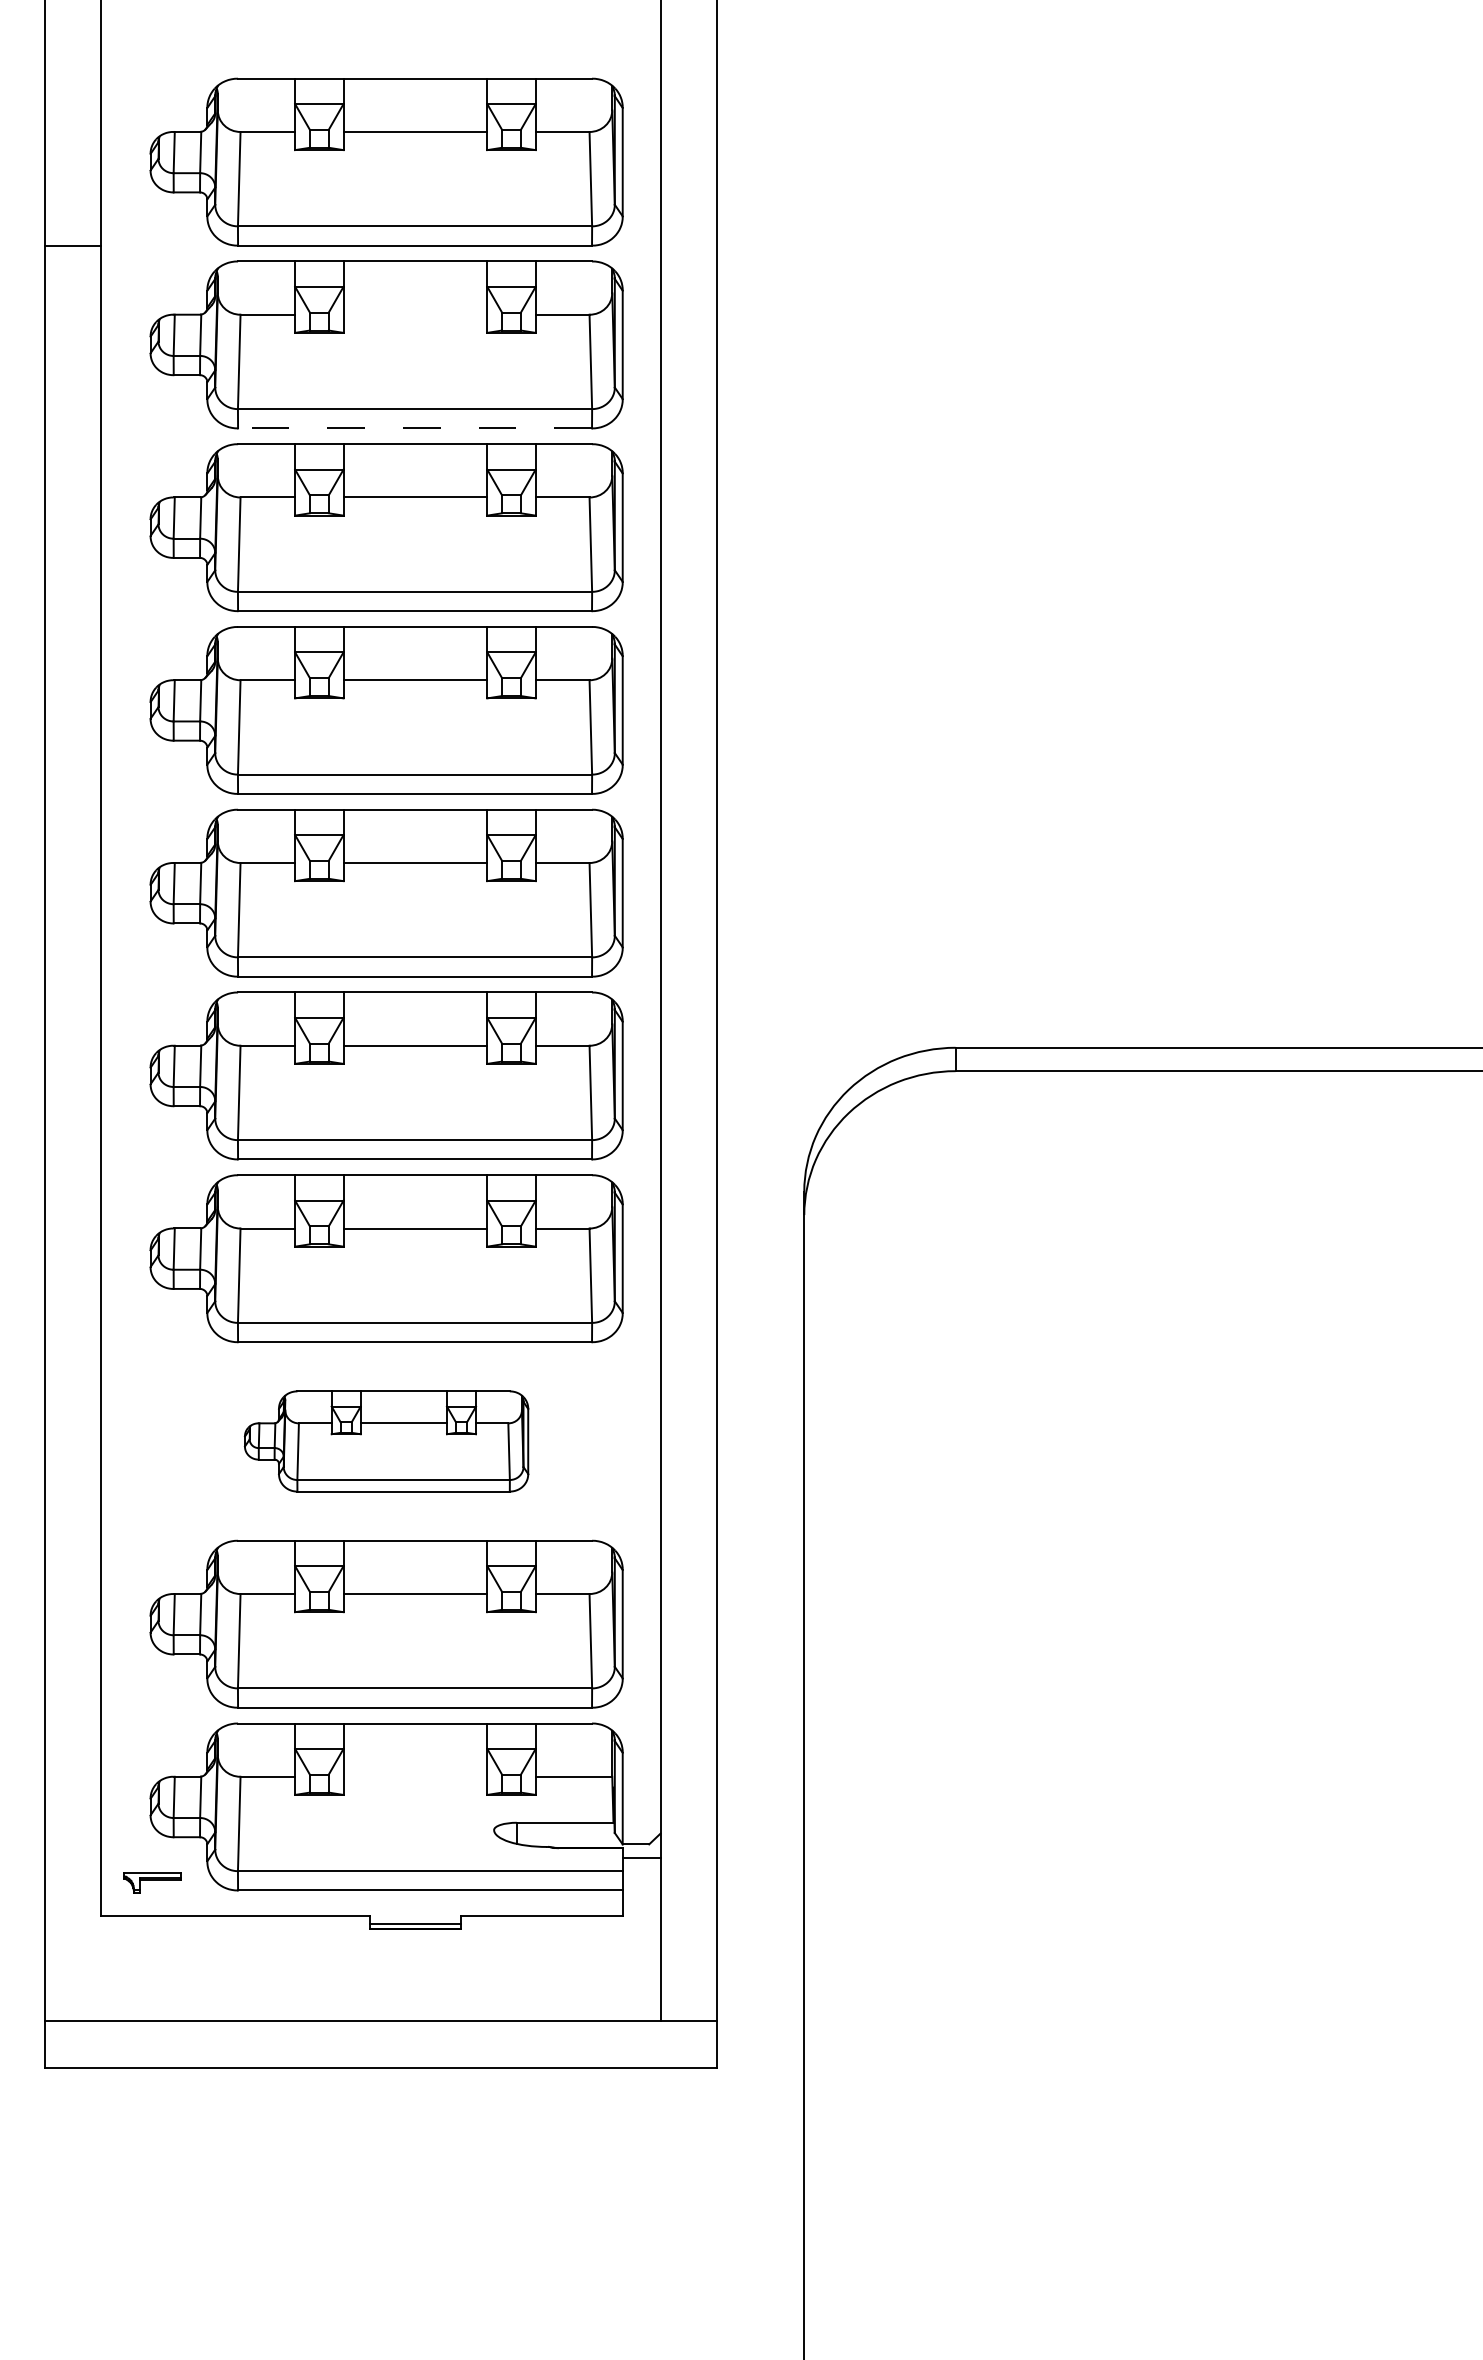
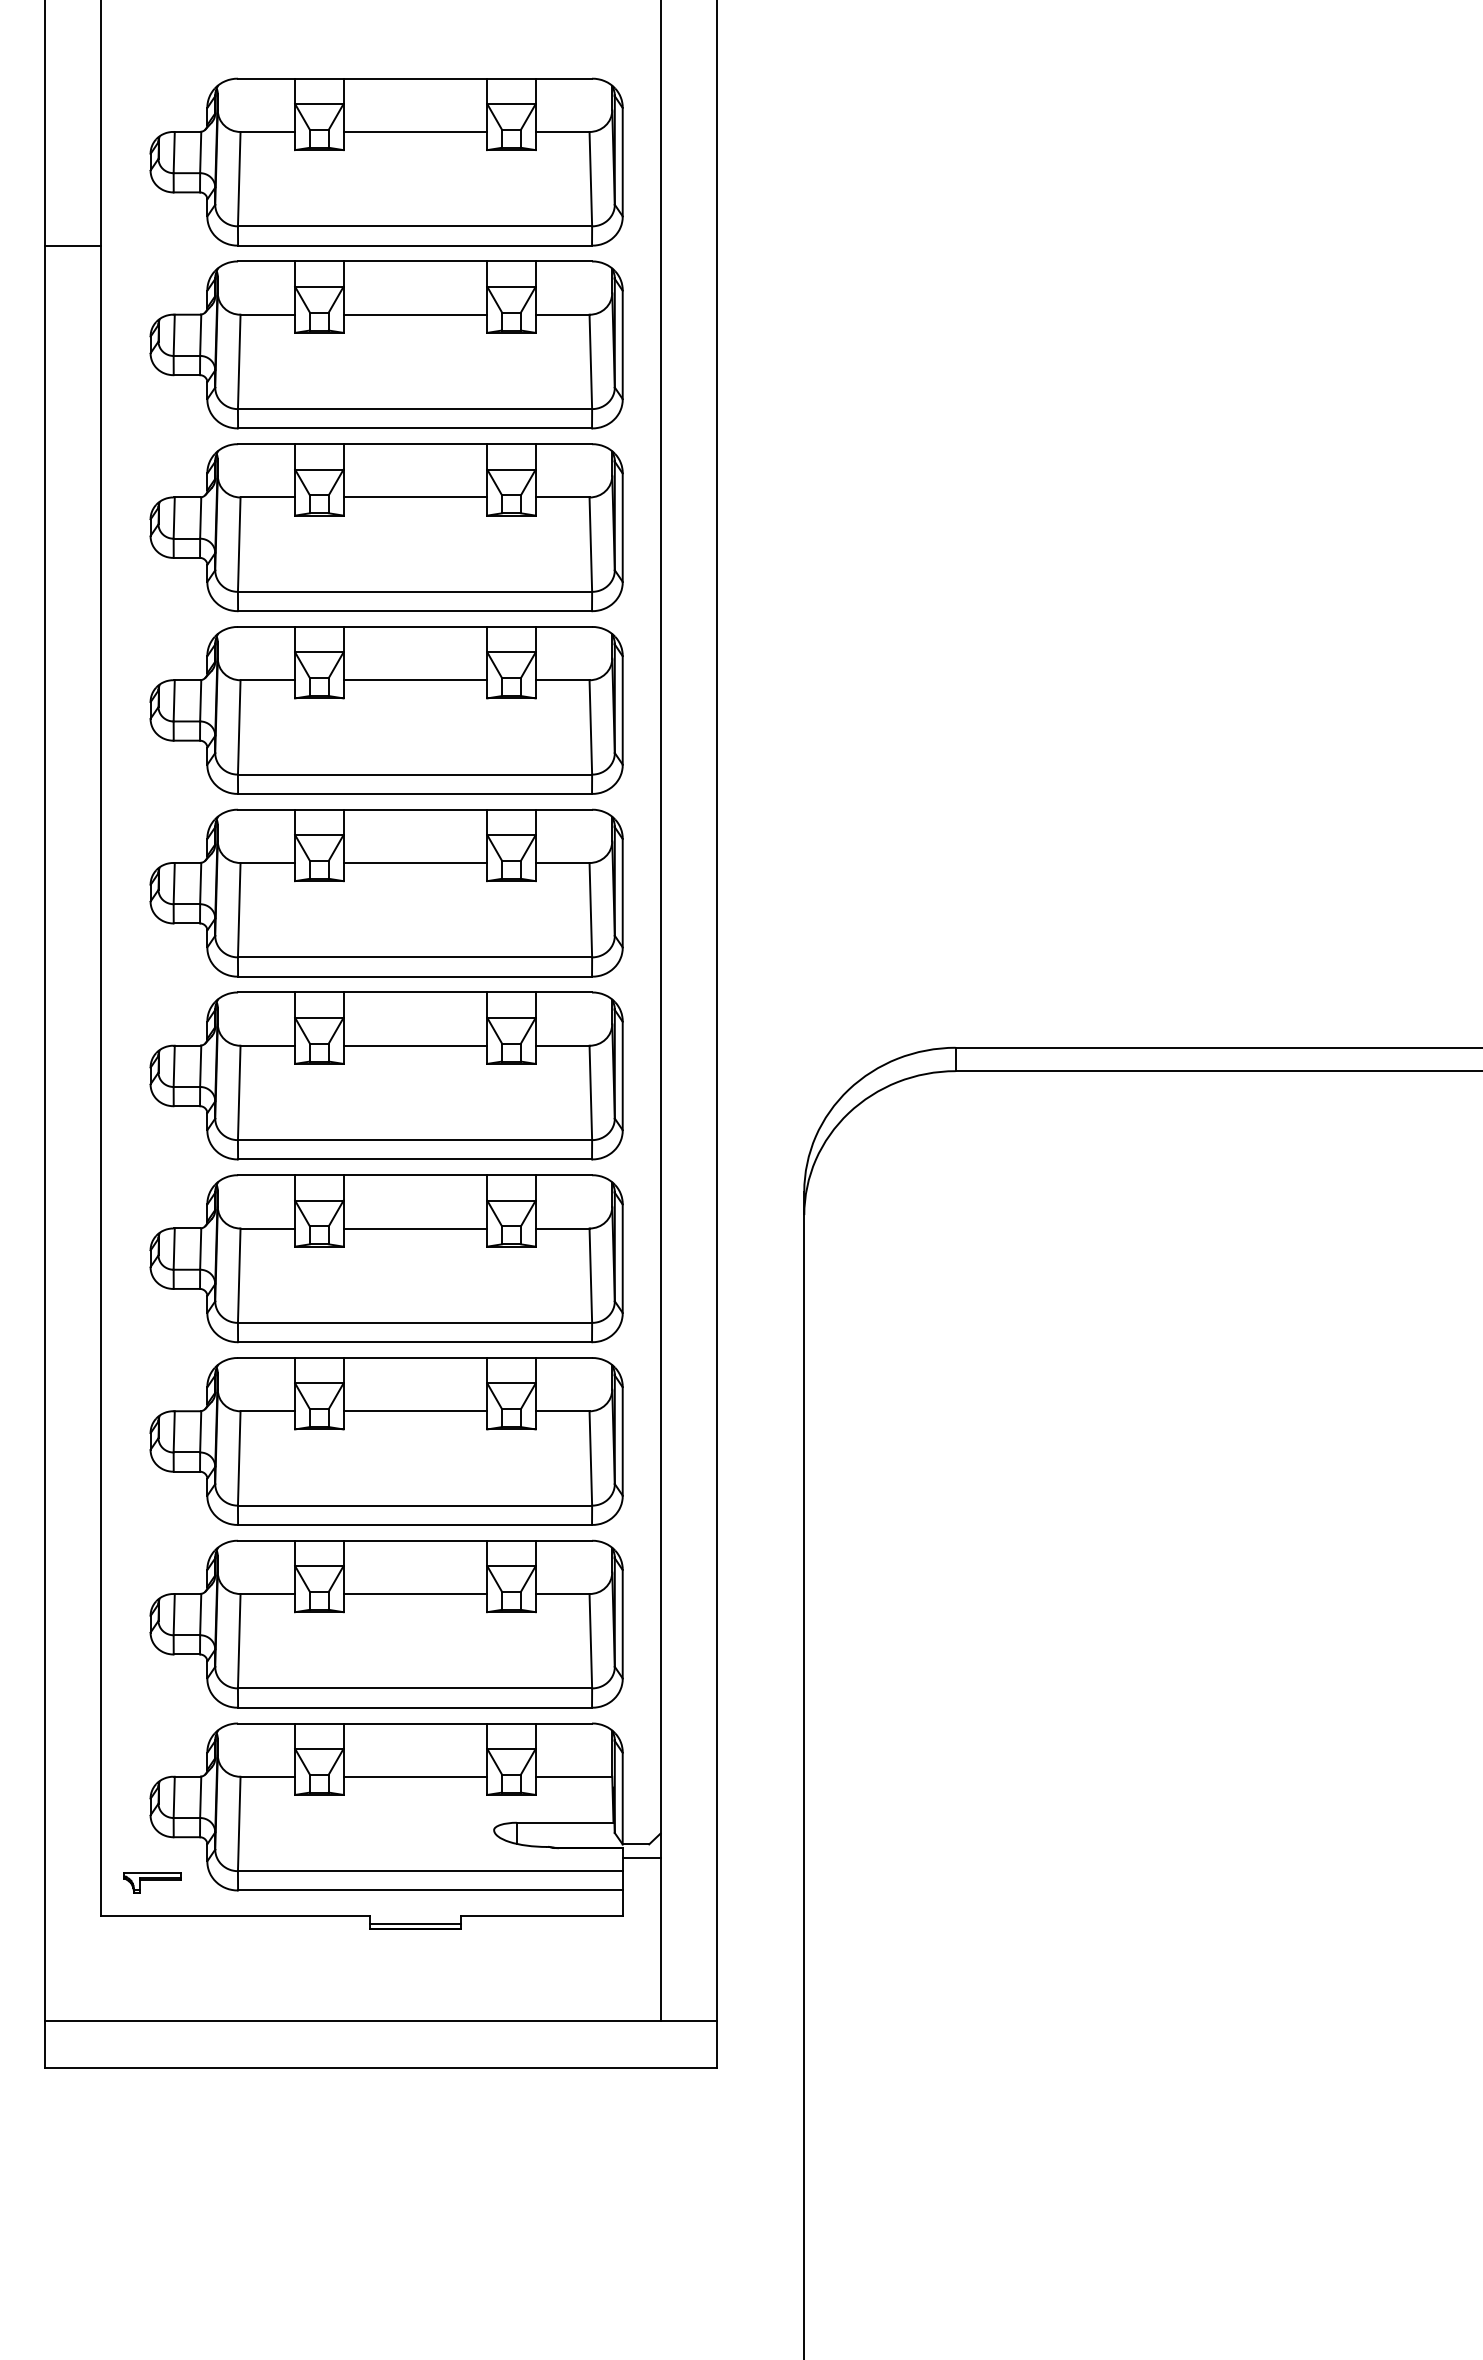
line at (415, 314): none -> present
line at (415, 428): dashed -> solid
part at (386, 1441) size: 287x103 px -> 475x169 px
line at (415, 1776): none -> present
